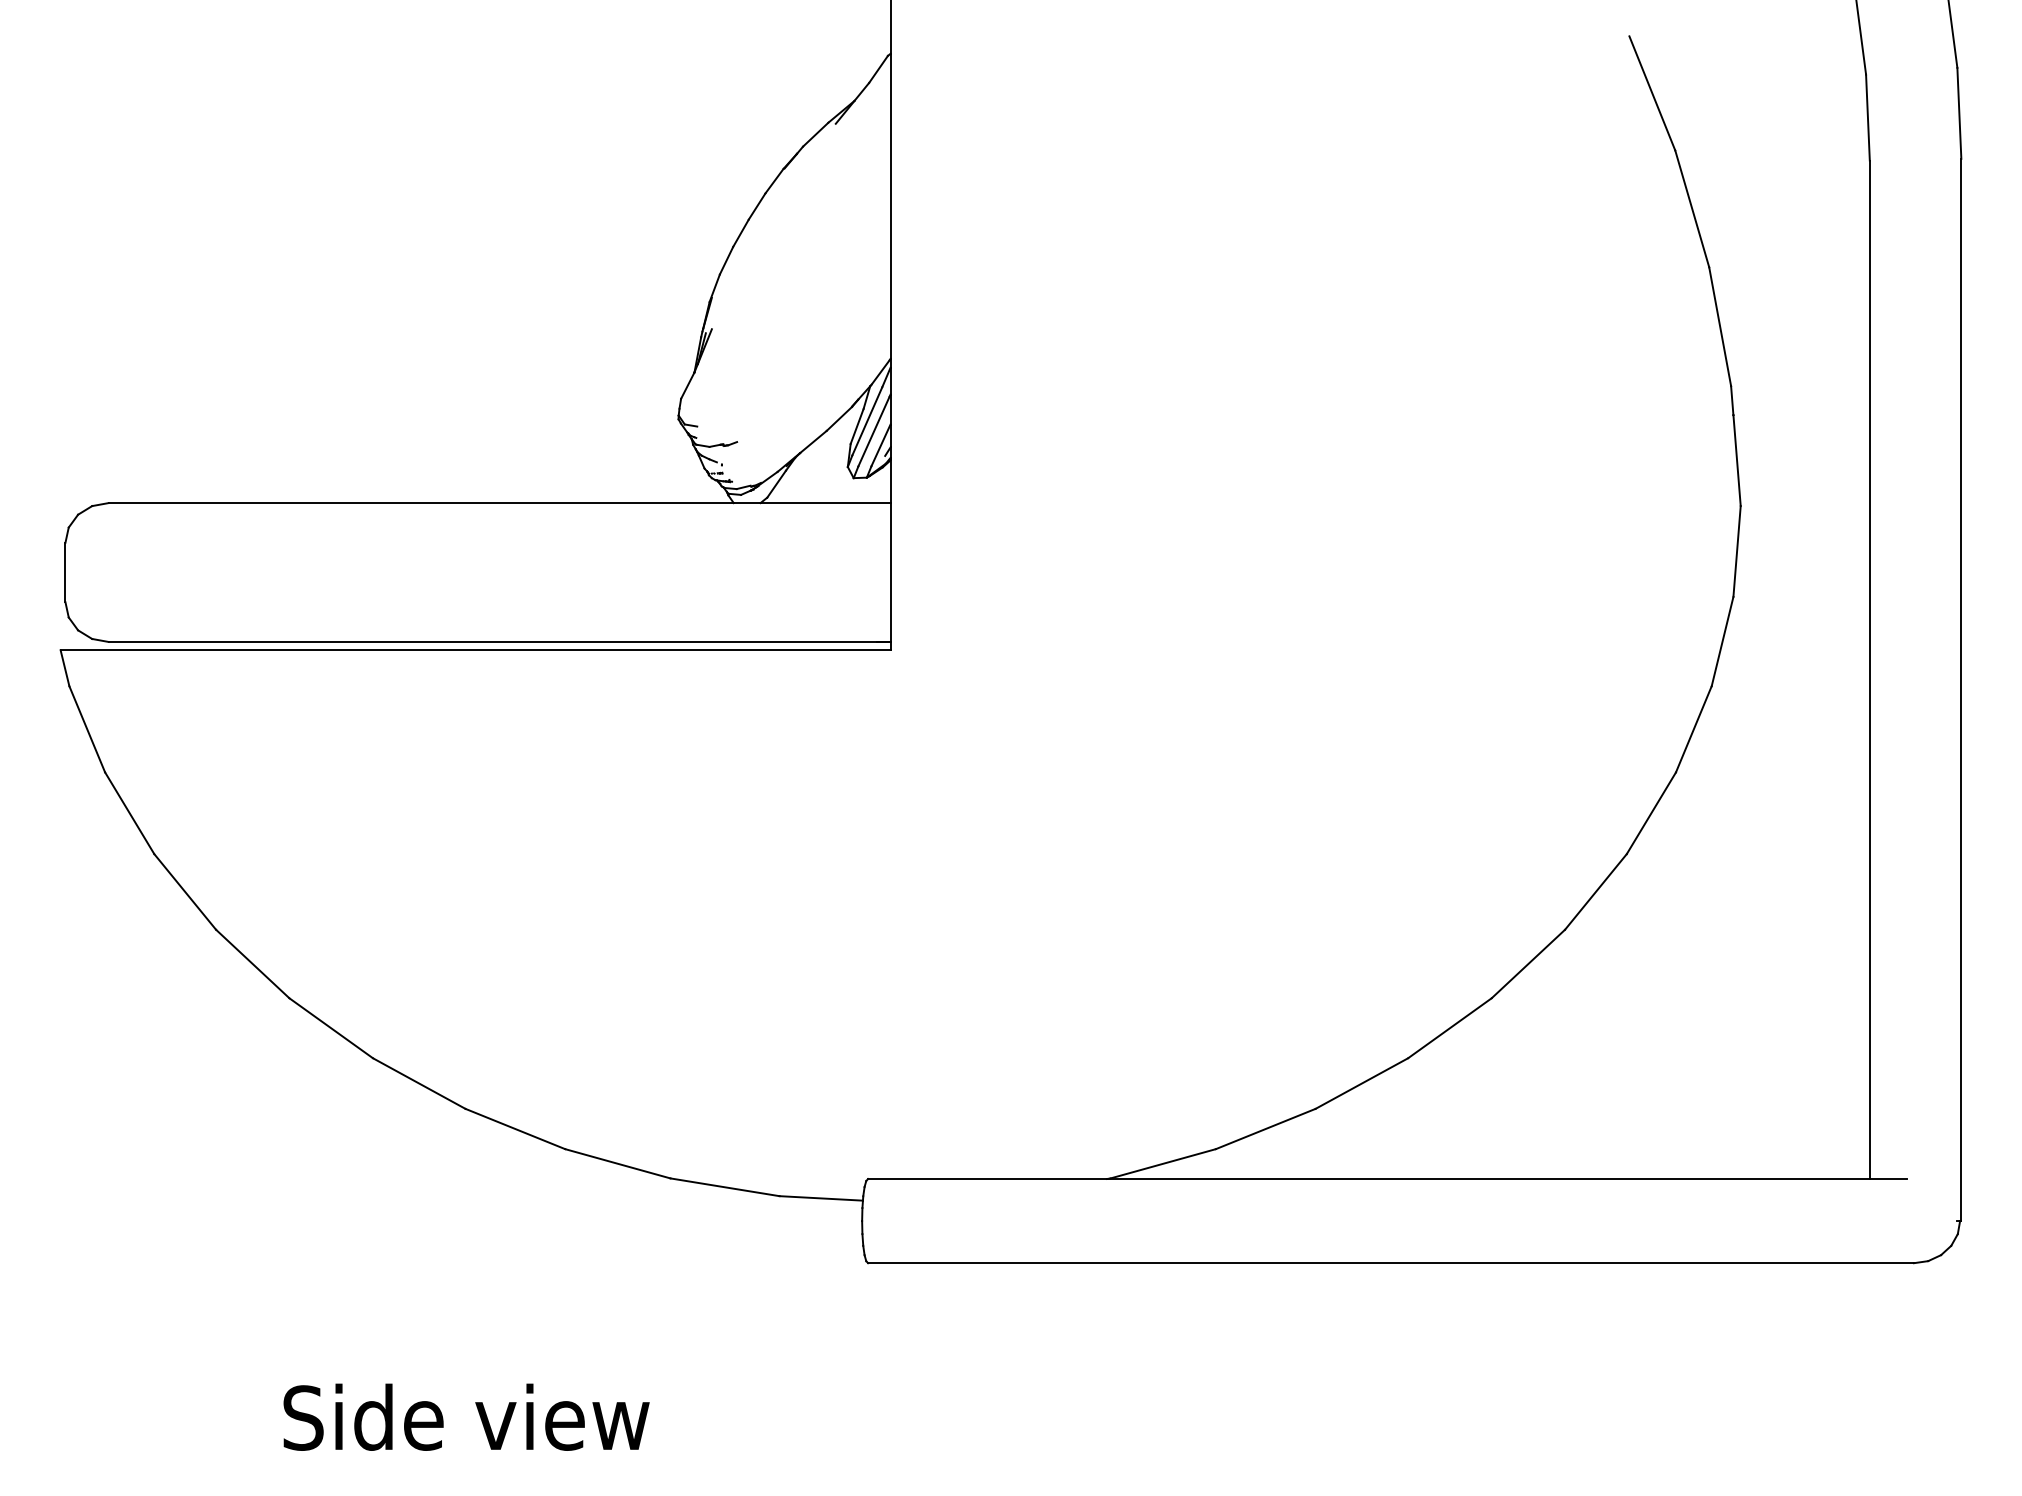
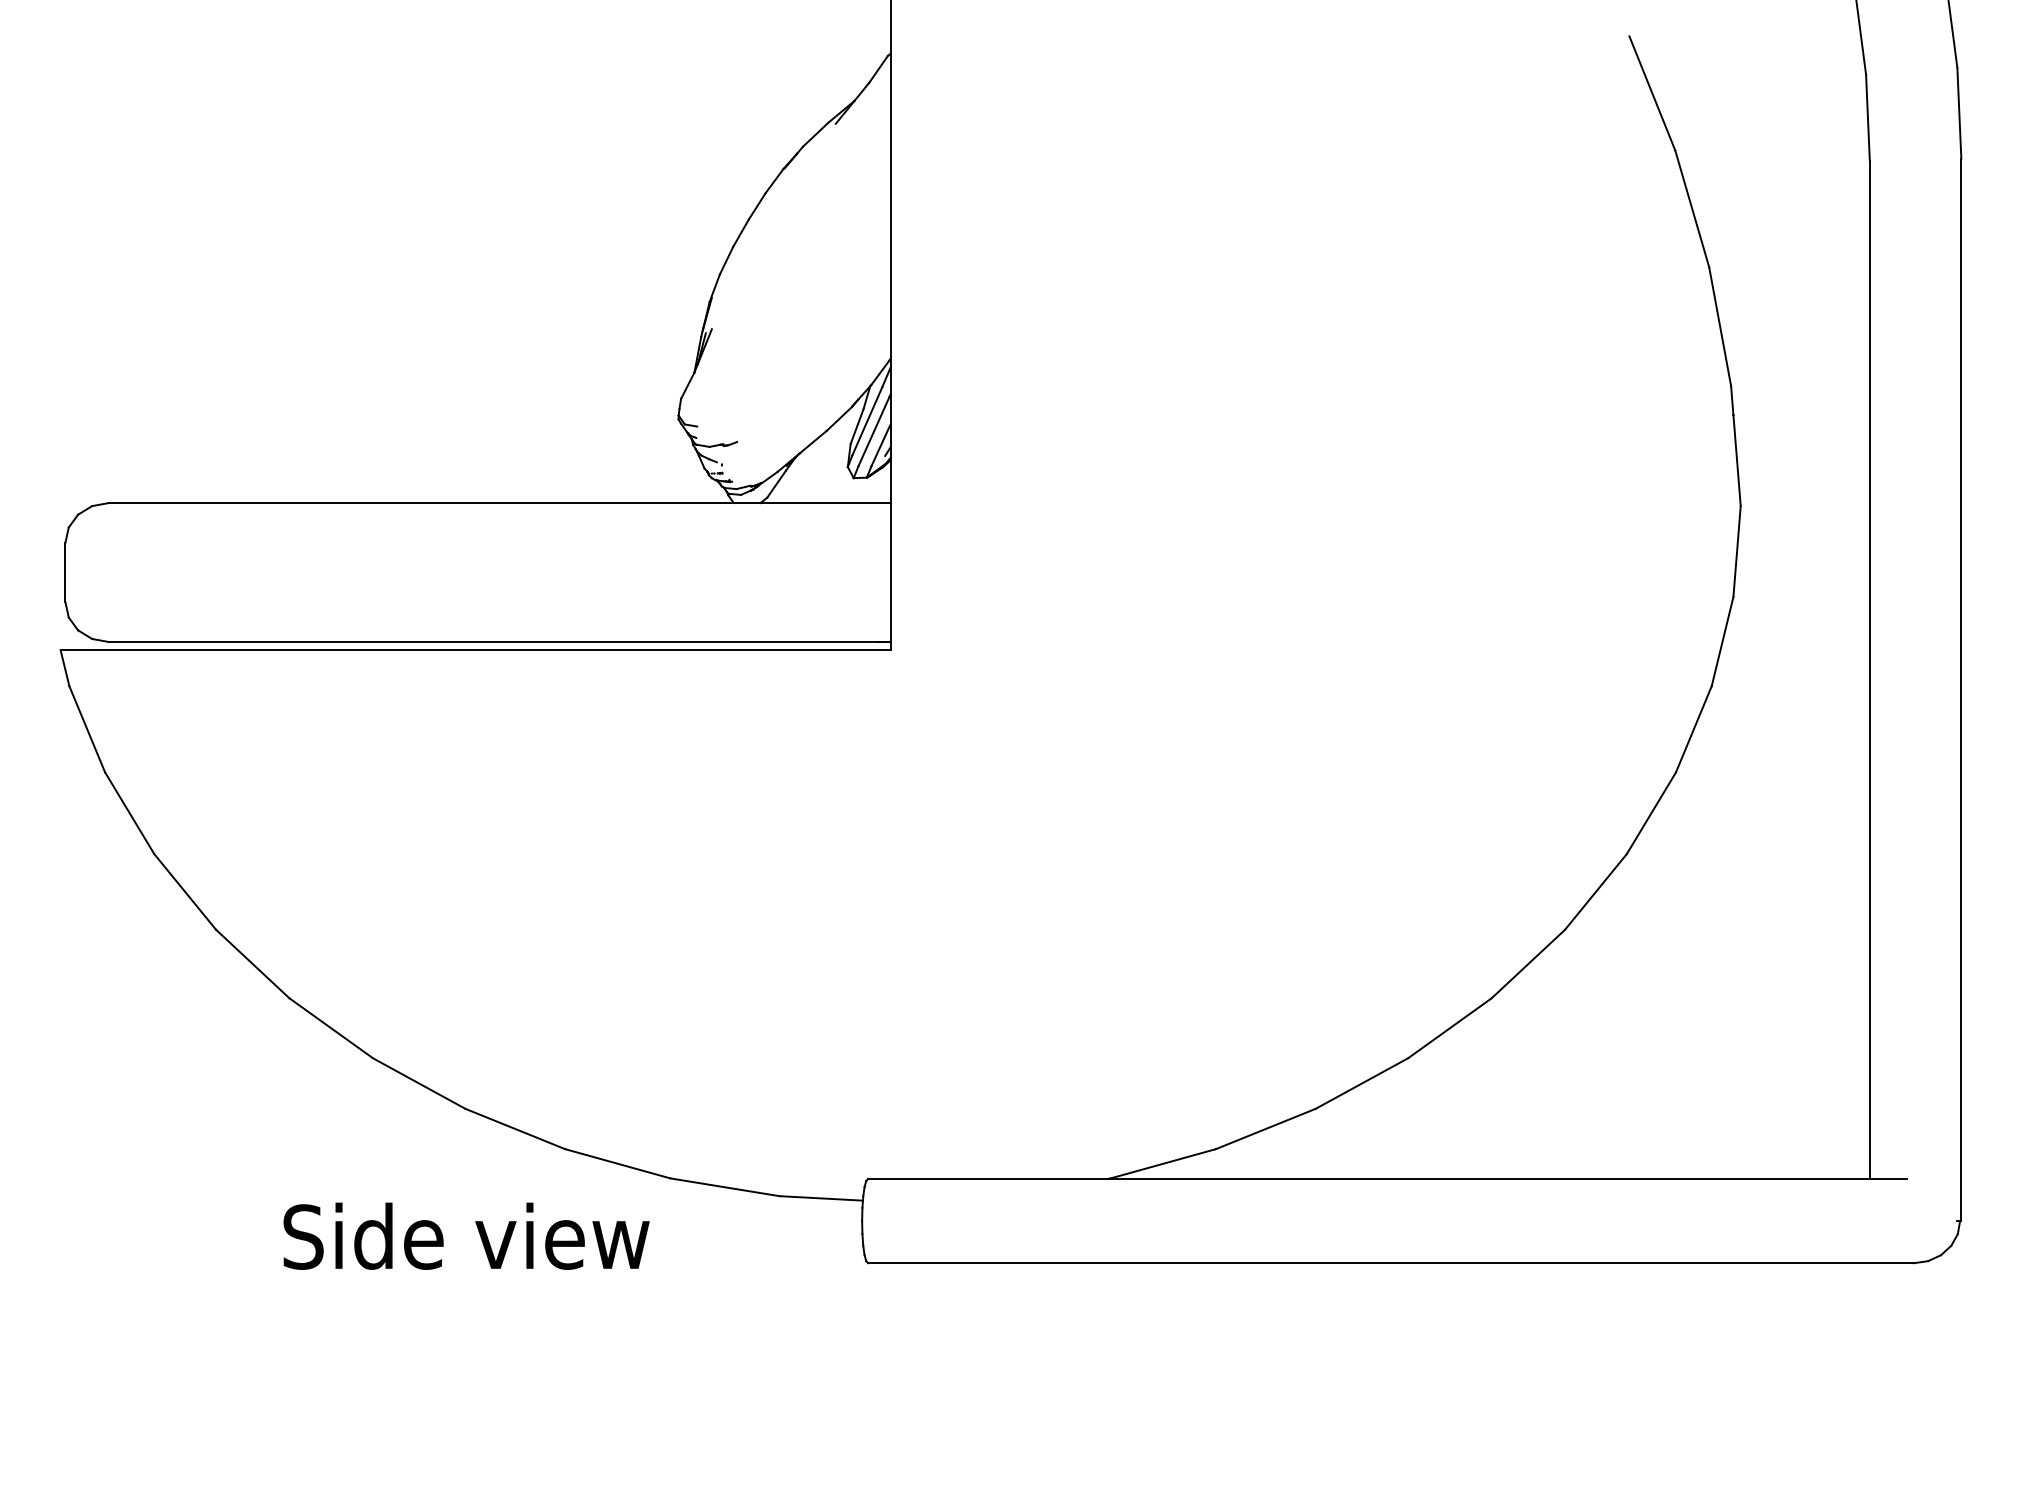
text at (466, 1416) position: (466, 1416) -> (466, 1235)
